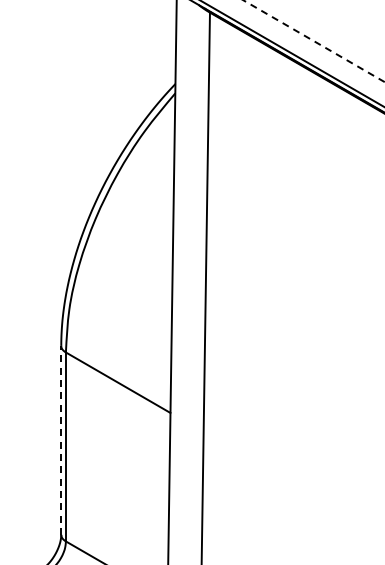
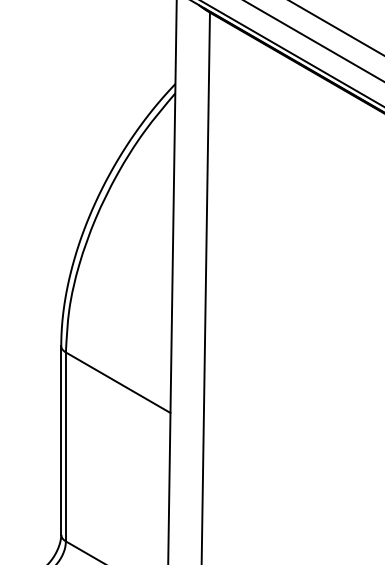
line at (336, 27): none -> present
line at (313, 40): dashed -> solid
line at (61, 439): dashed -> solid
